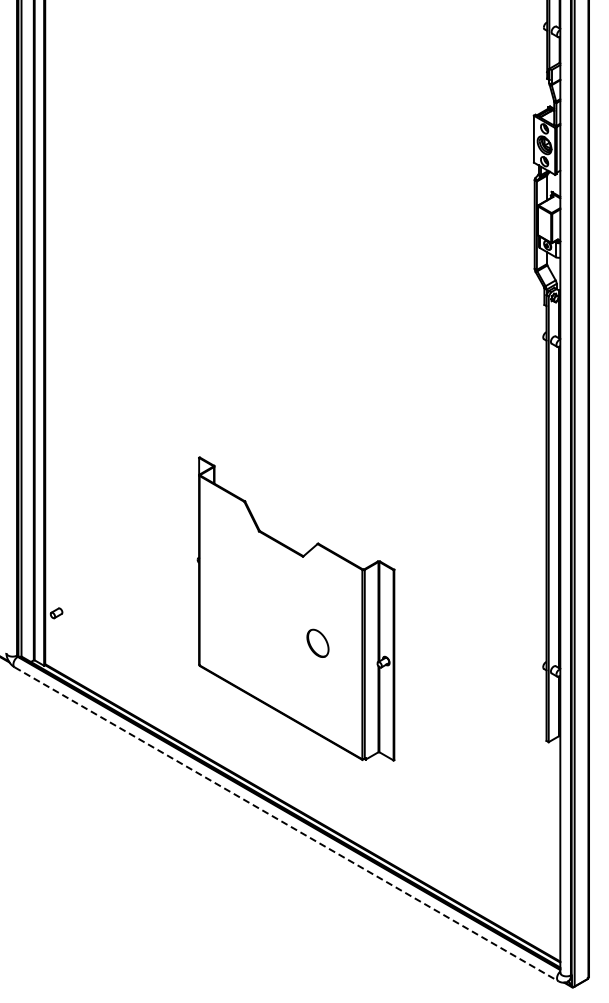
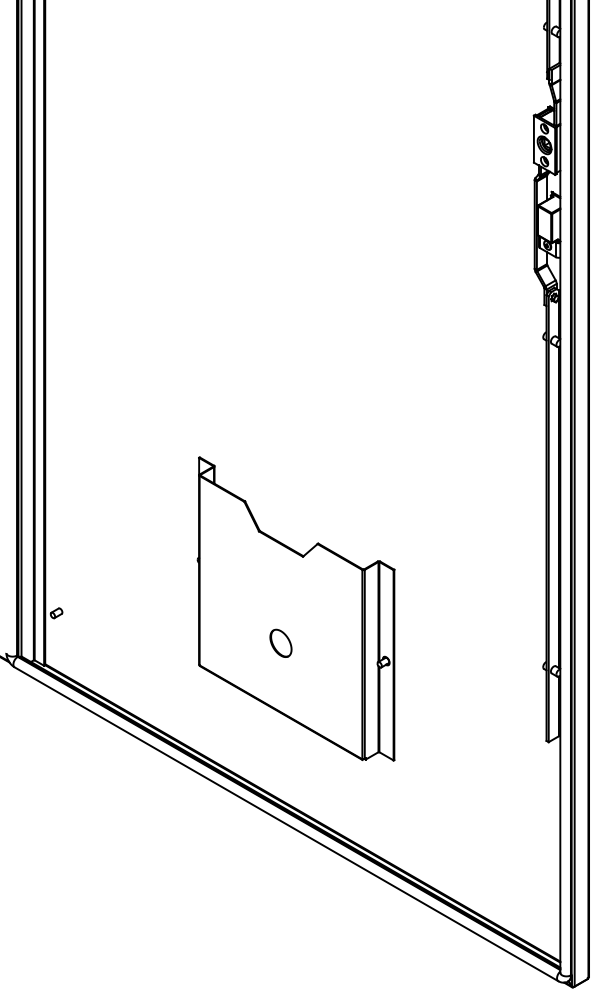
part at (317, 642) position: (317, 642) -> (280, 642)
line at (286, 824): dashed -> solid
